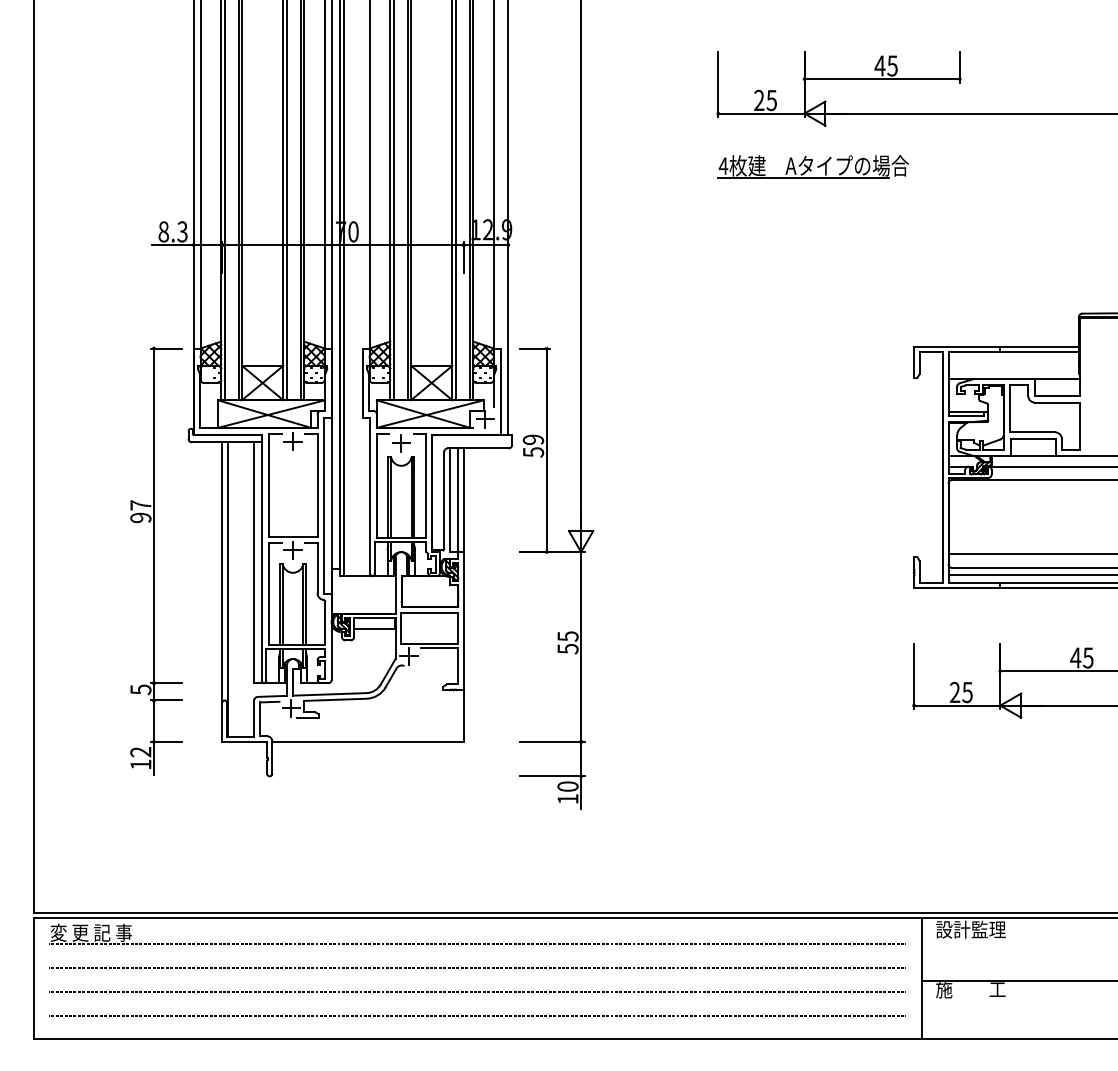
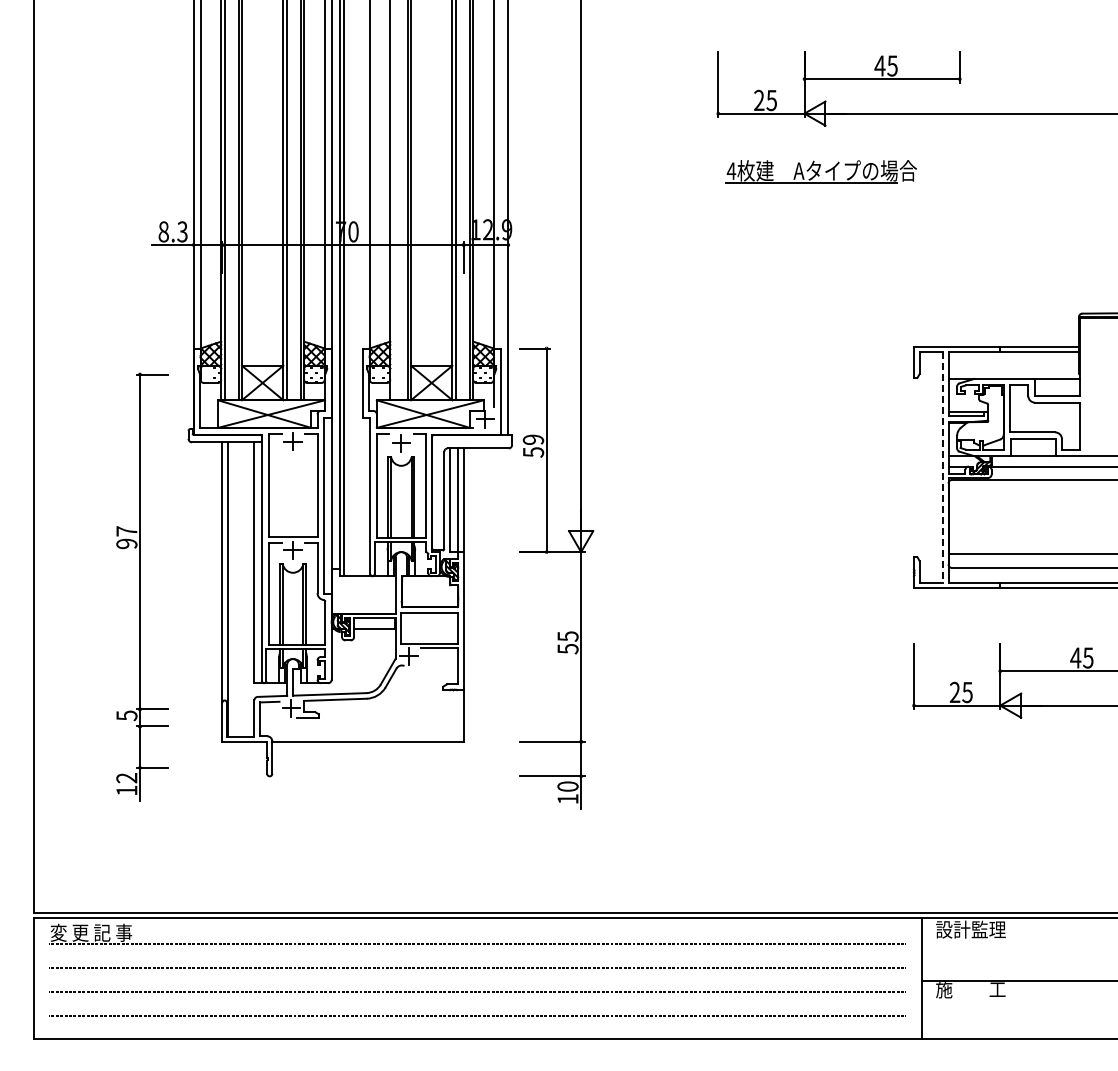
part at (812, 166) position: (812, 166) -> (820, 171)
line at (393, 201): present -> none
line at (942, 468): solid -> dashed
part at (156, 560) position: (156, 560) -> (142, 586)
line at (1031, 574): present -> none
